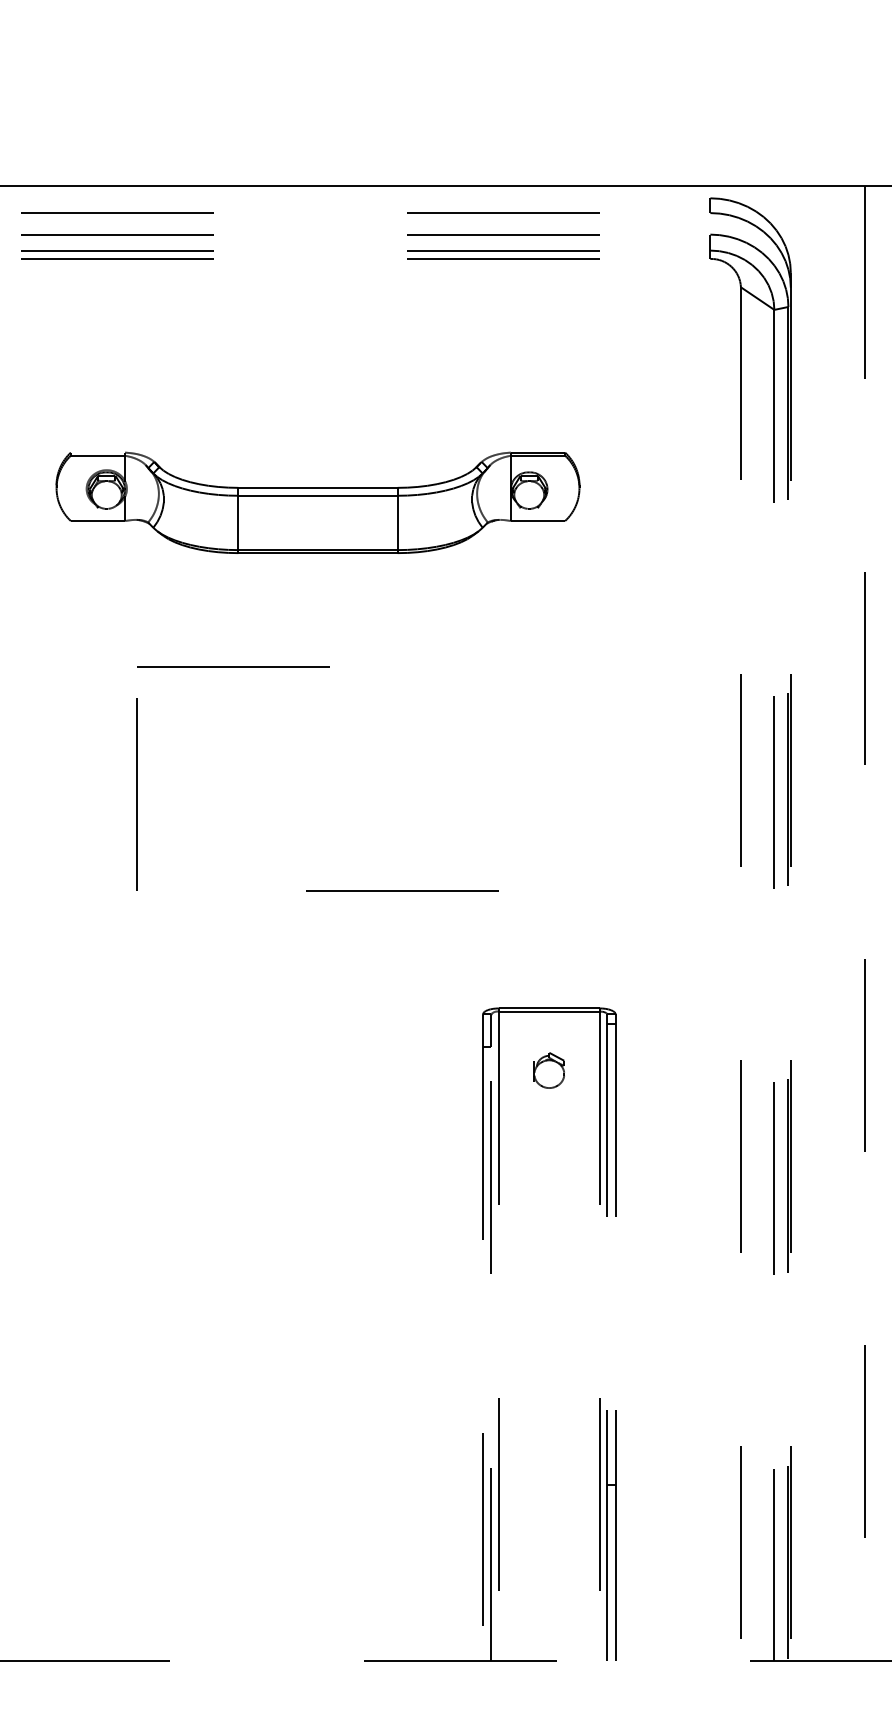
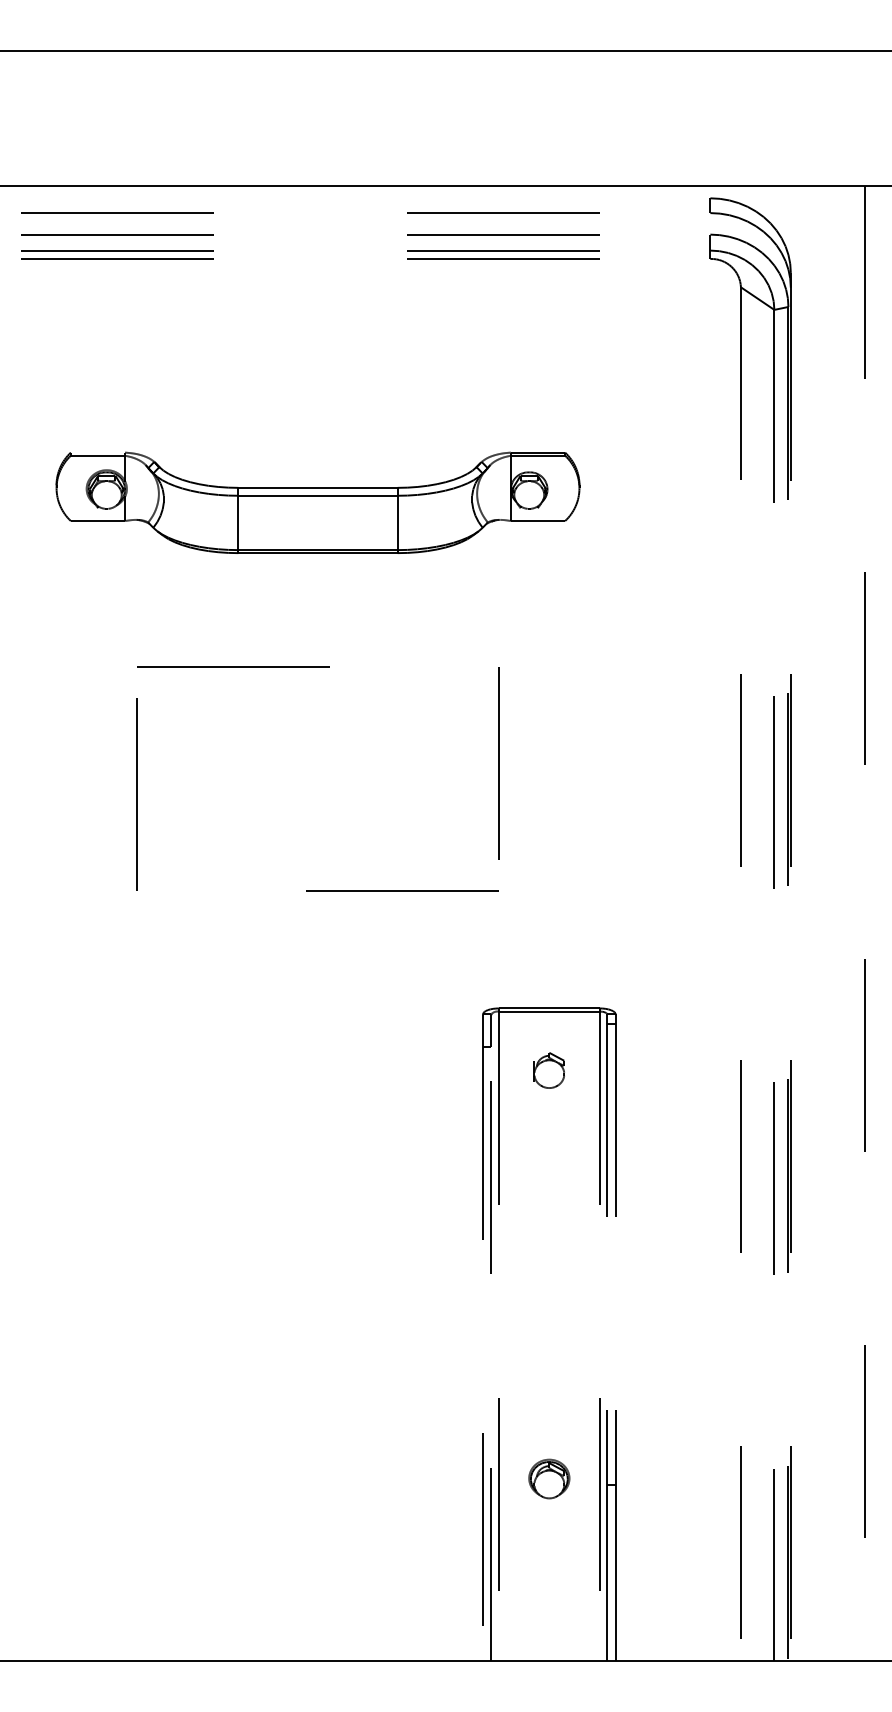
line at (445, 51): none -> present
line at (498, 763): none -> present
part at (549, 1478): none -> present
line at (445, 1660): dashed -> solid
